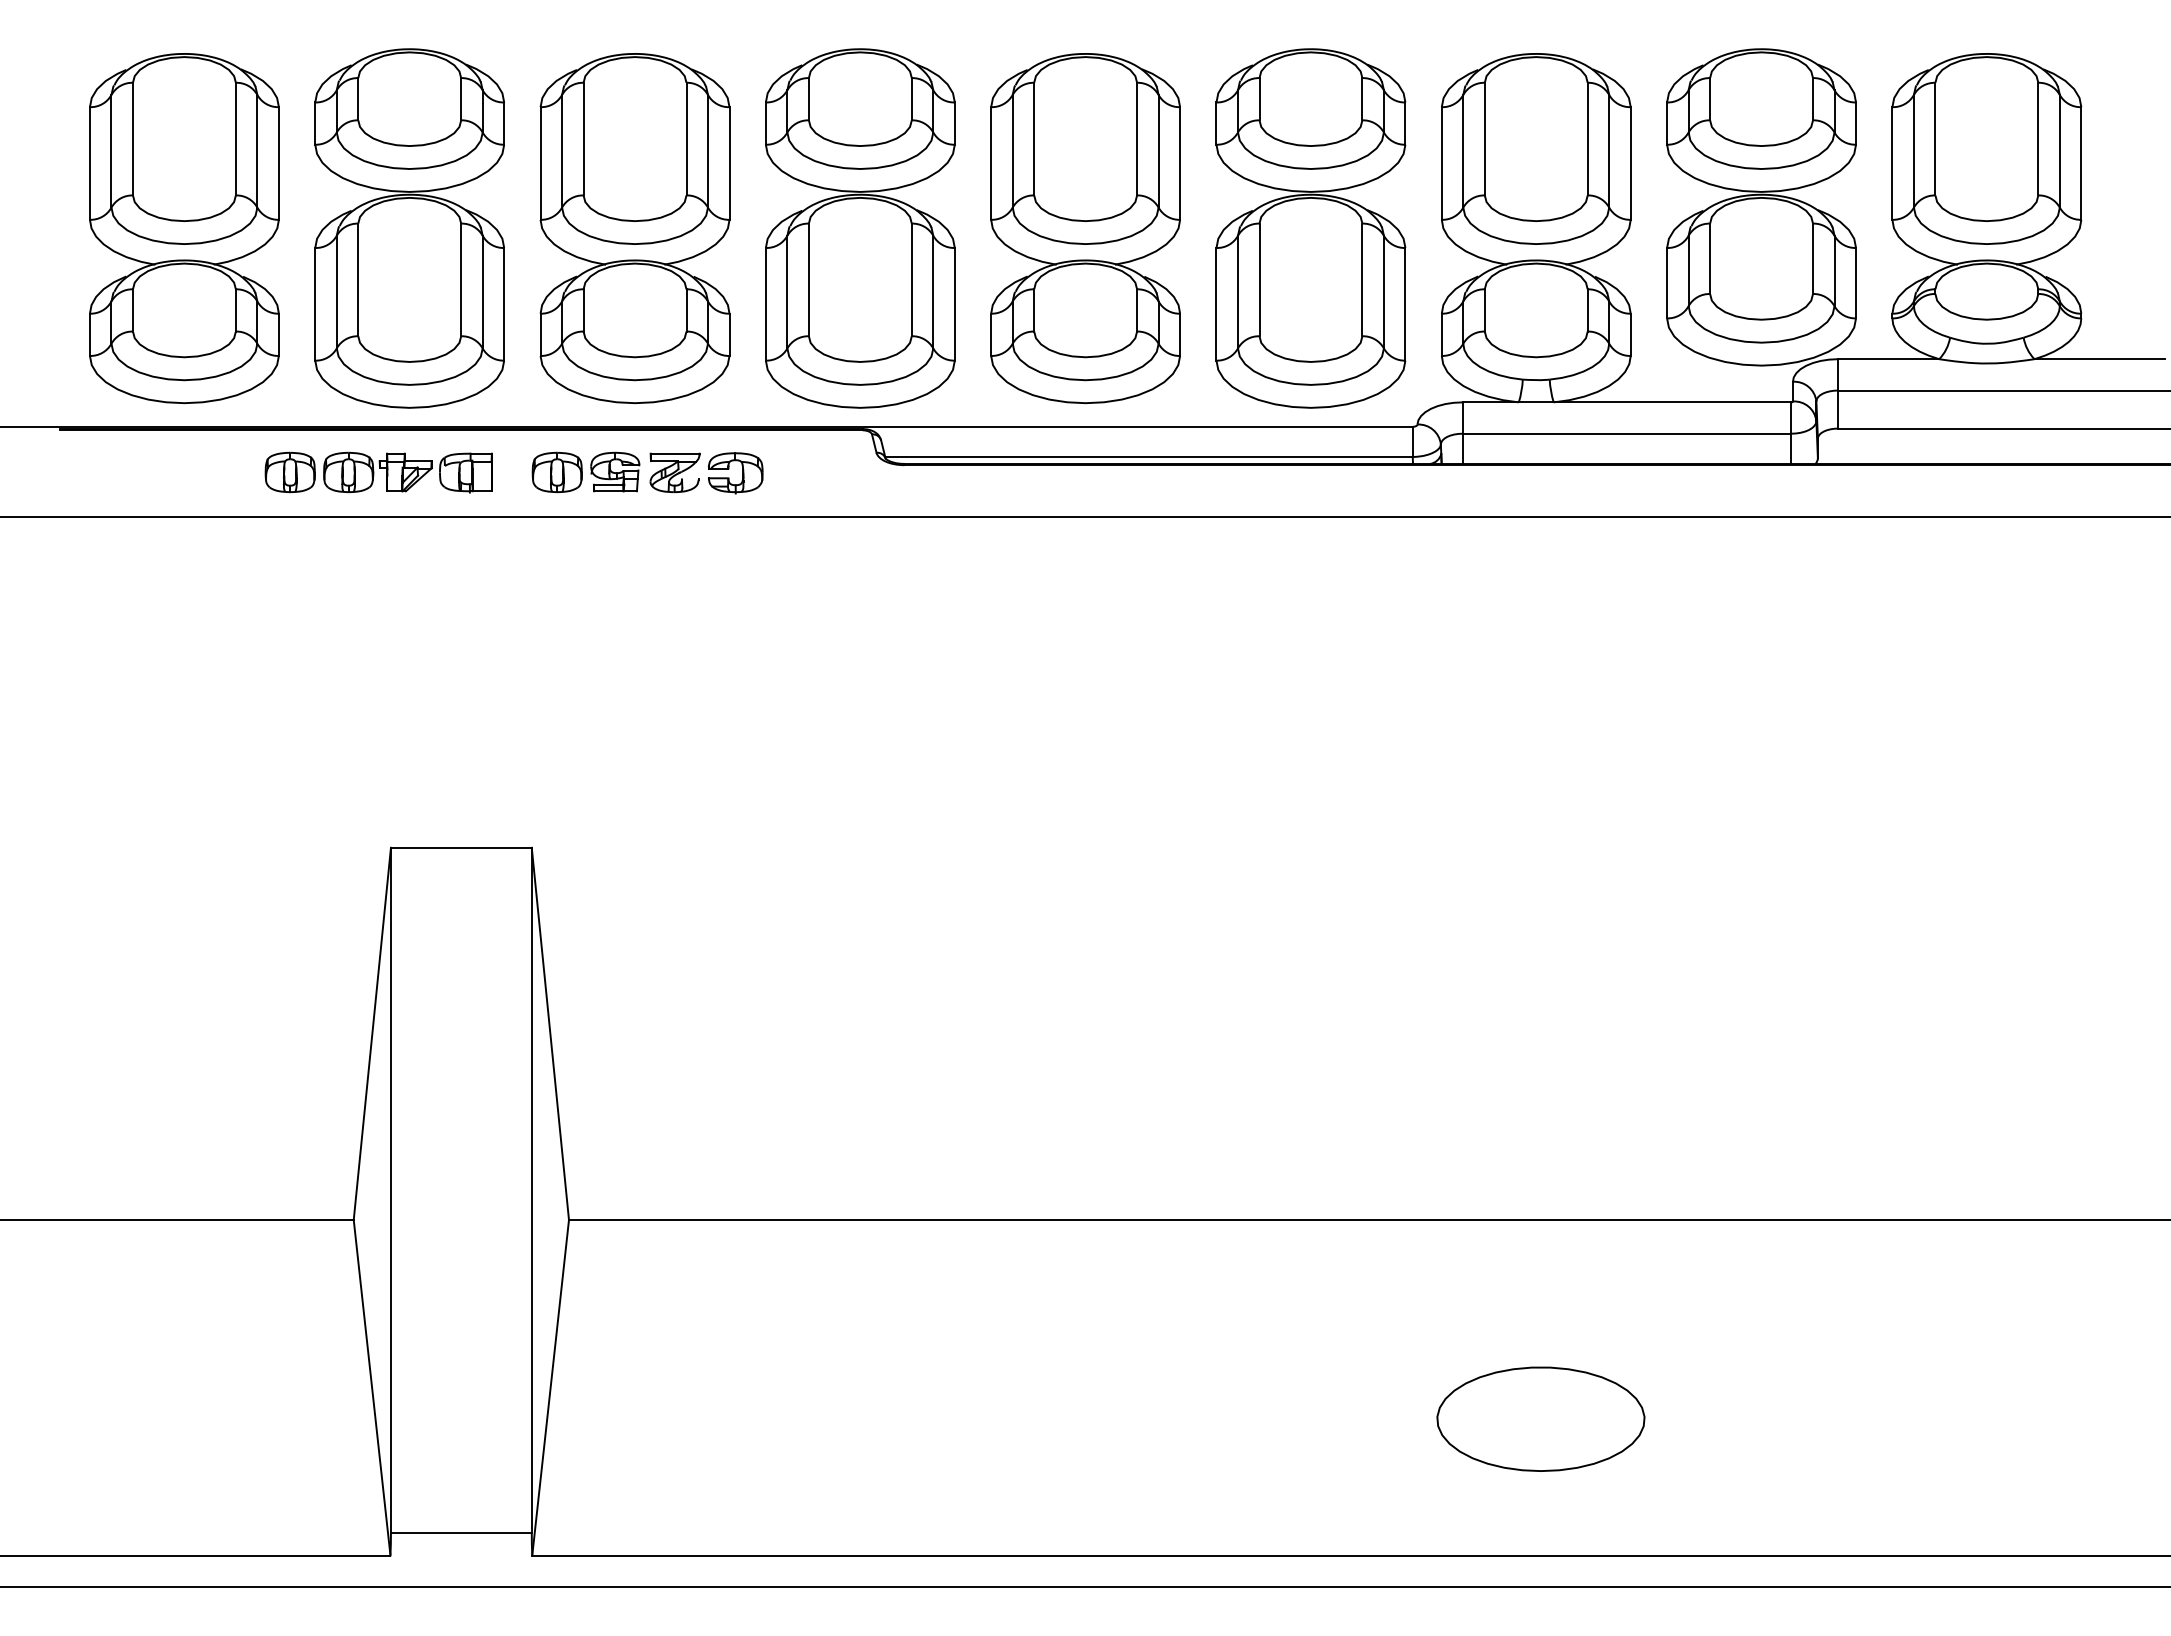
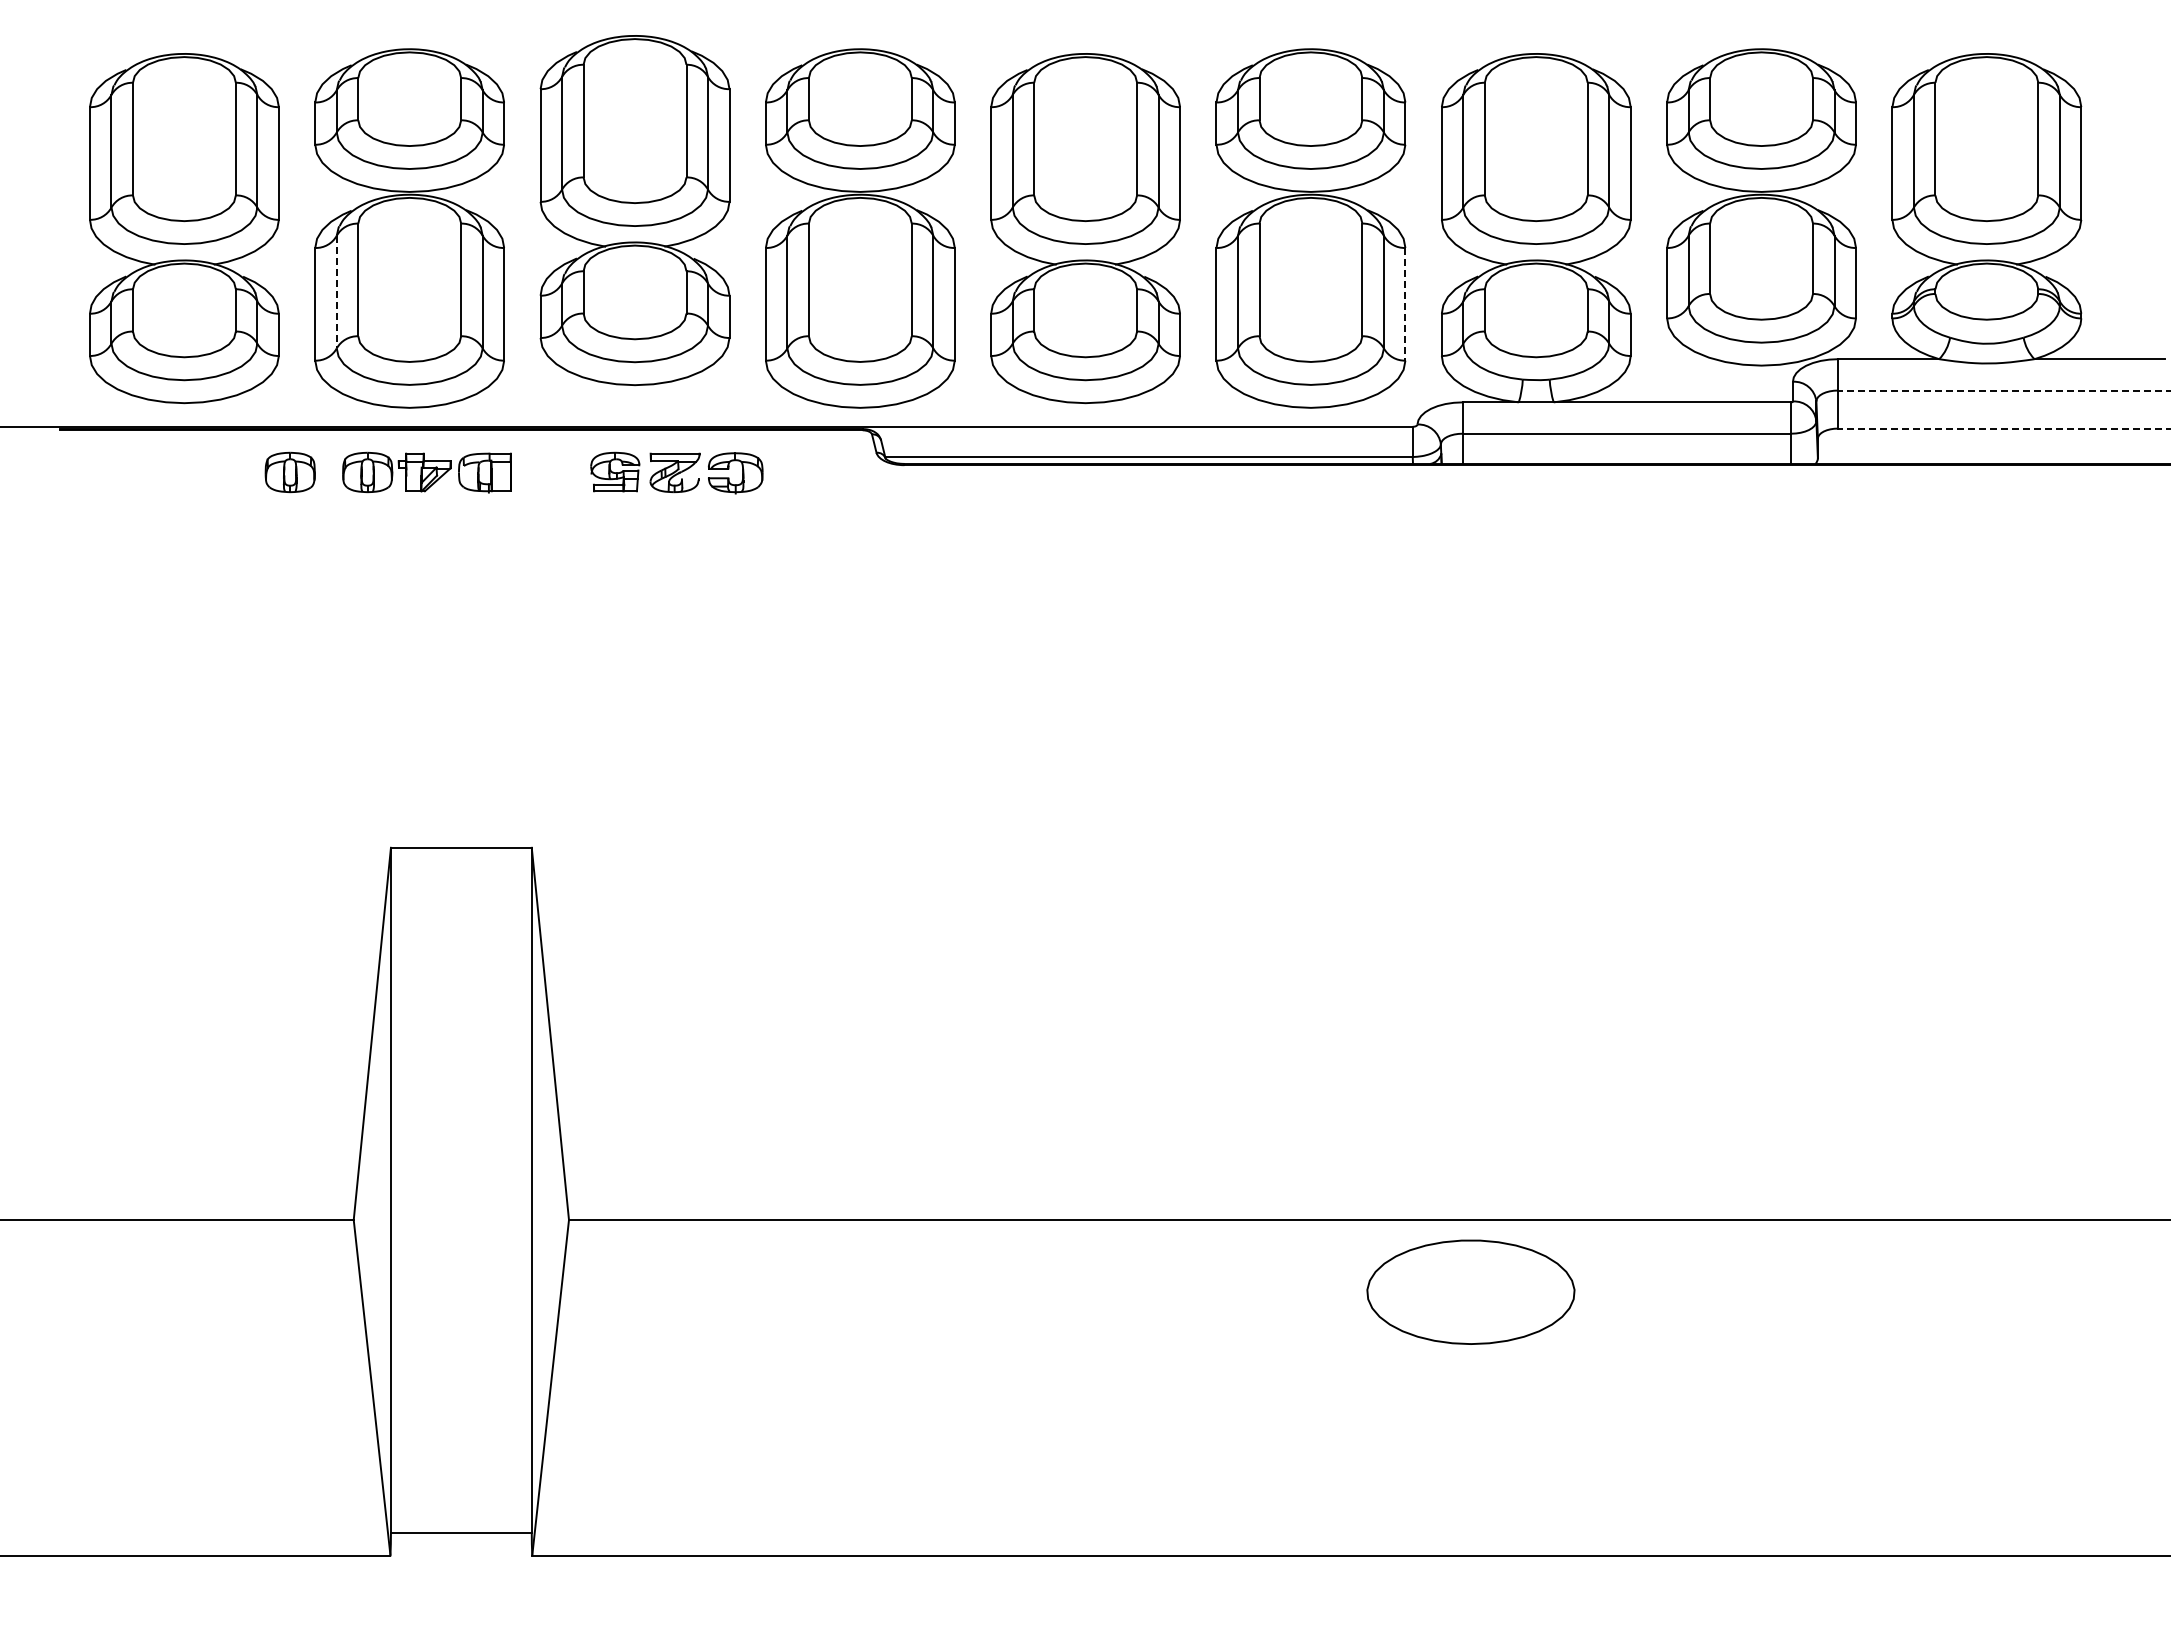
part at (634, 228) position: (634, 228) -> (634, 210)
line at (336, 292): solid -> dashed
line at (1405, 304): solid -> dashed
line at (2003, 390): solid -> dashed
line at (2003, 428): solid -> dashed
part at (407, 472) position: (407, 472) -> (426, 472)
part at (556, 472): present -> none
line at (1084, 516): present -> none
part at (1540, 1418) position: (1540, 1418) -> (1470, 1291)
line at (1084, 1586): present -> none
